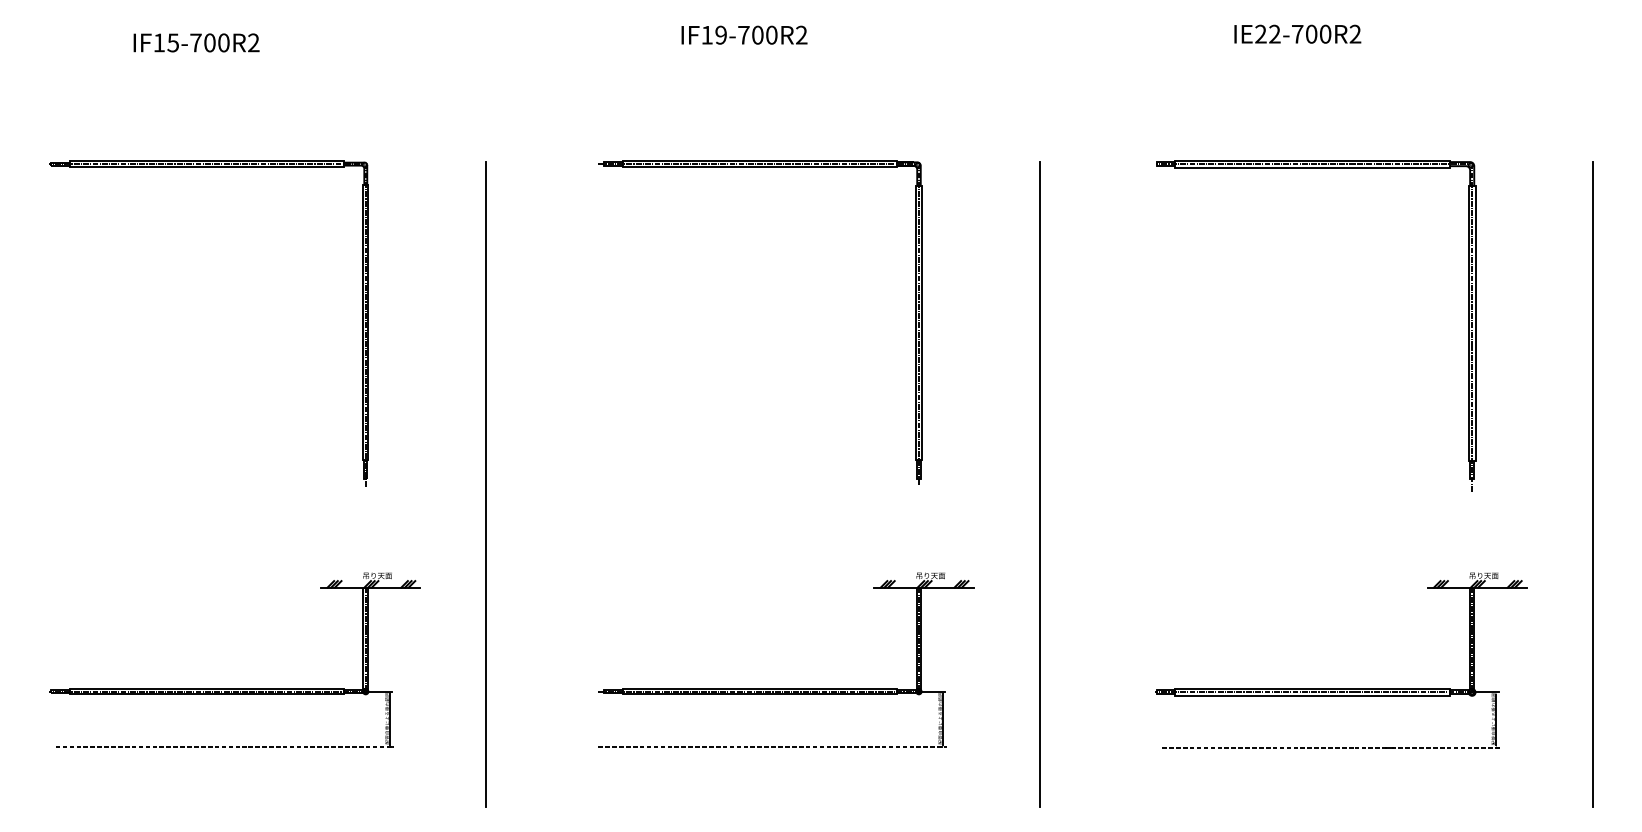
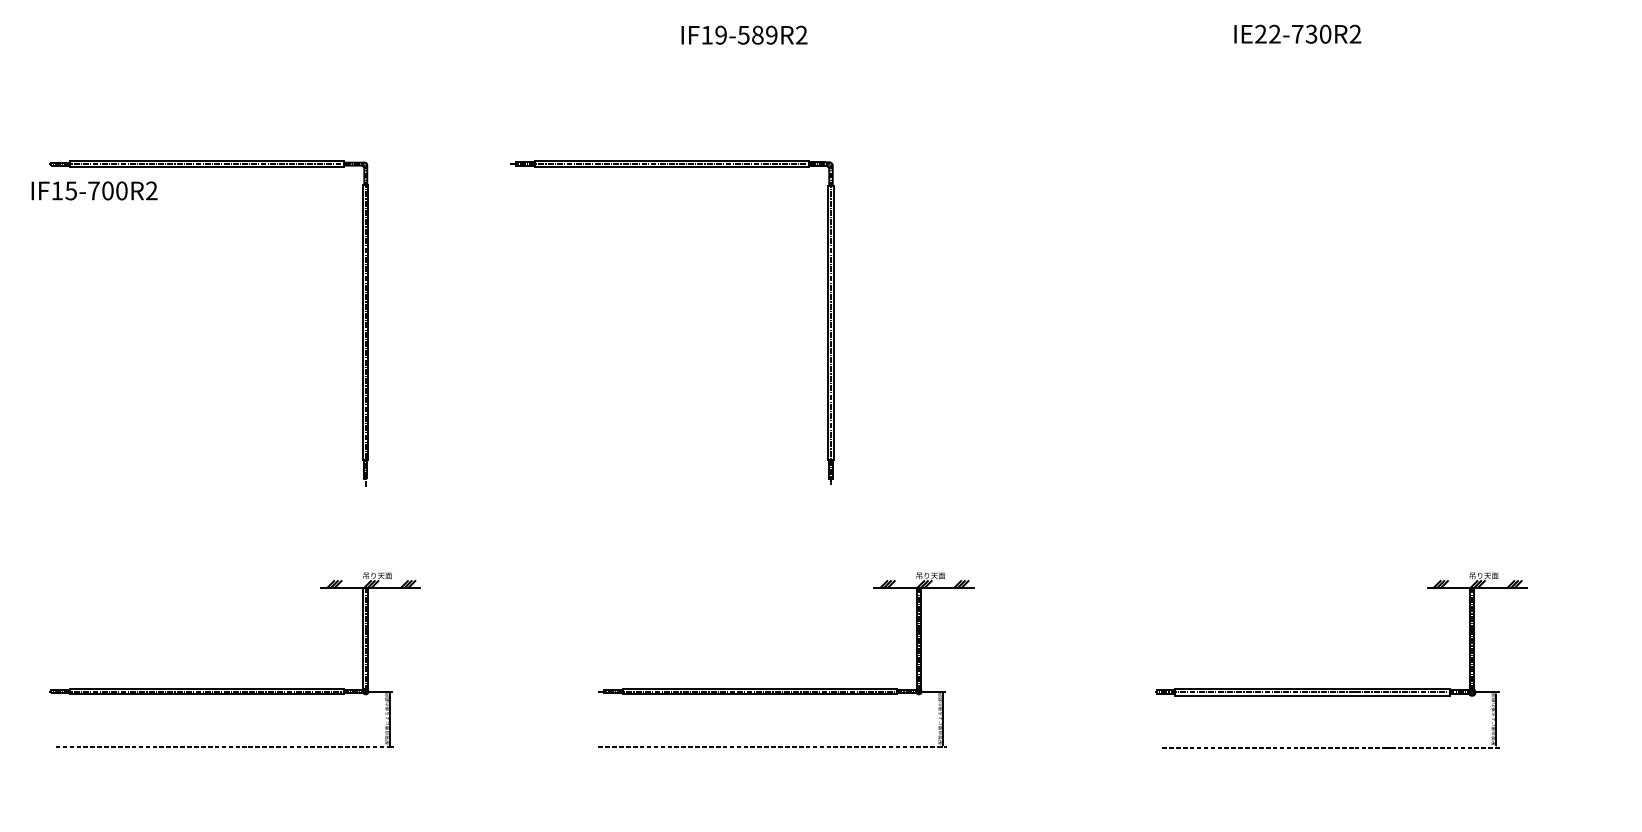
text at (757, 34): IF19-700R2 -> IF19-589R2
text at (1311, 34): IE22-700R2 -> IE22-730R2
text at (196, 42) position: (196, 42) -> (94, 190)
part at (760, 167) position: (760, 167) -> (672, 167)
part at (1468, 325): present -> none
line at (486, 484): present -> none
line at (1039, 484): present -> none
line at (1592, 484): present -> none
